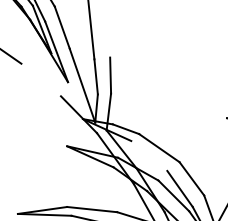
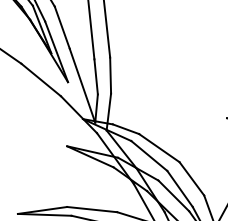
line at (107, 29): none -> present
line at (40, 79): none -> present
line at (149, 155): none -> present
